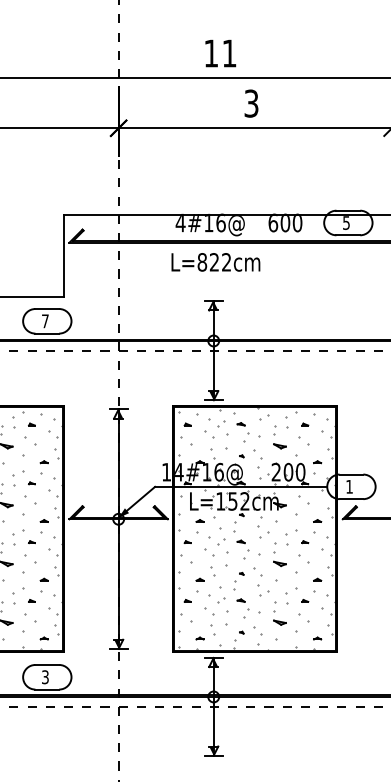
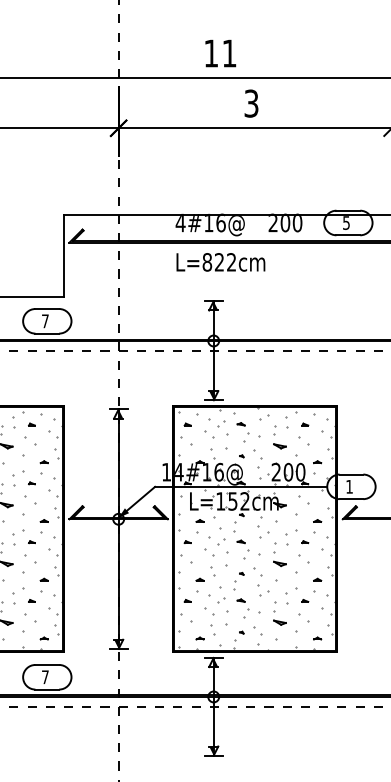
text at (273, 222): 600 -> 200
text at (215, 262) position: (215, 262) -> (220, 262)
text at (45, 677): 3 -> 7
